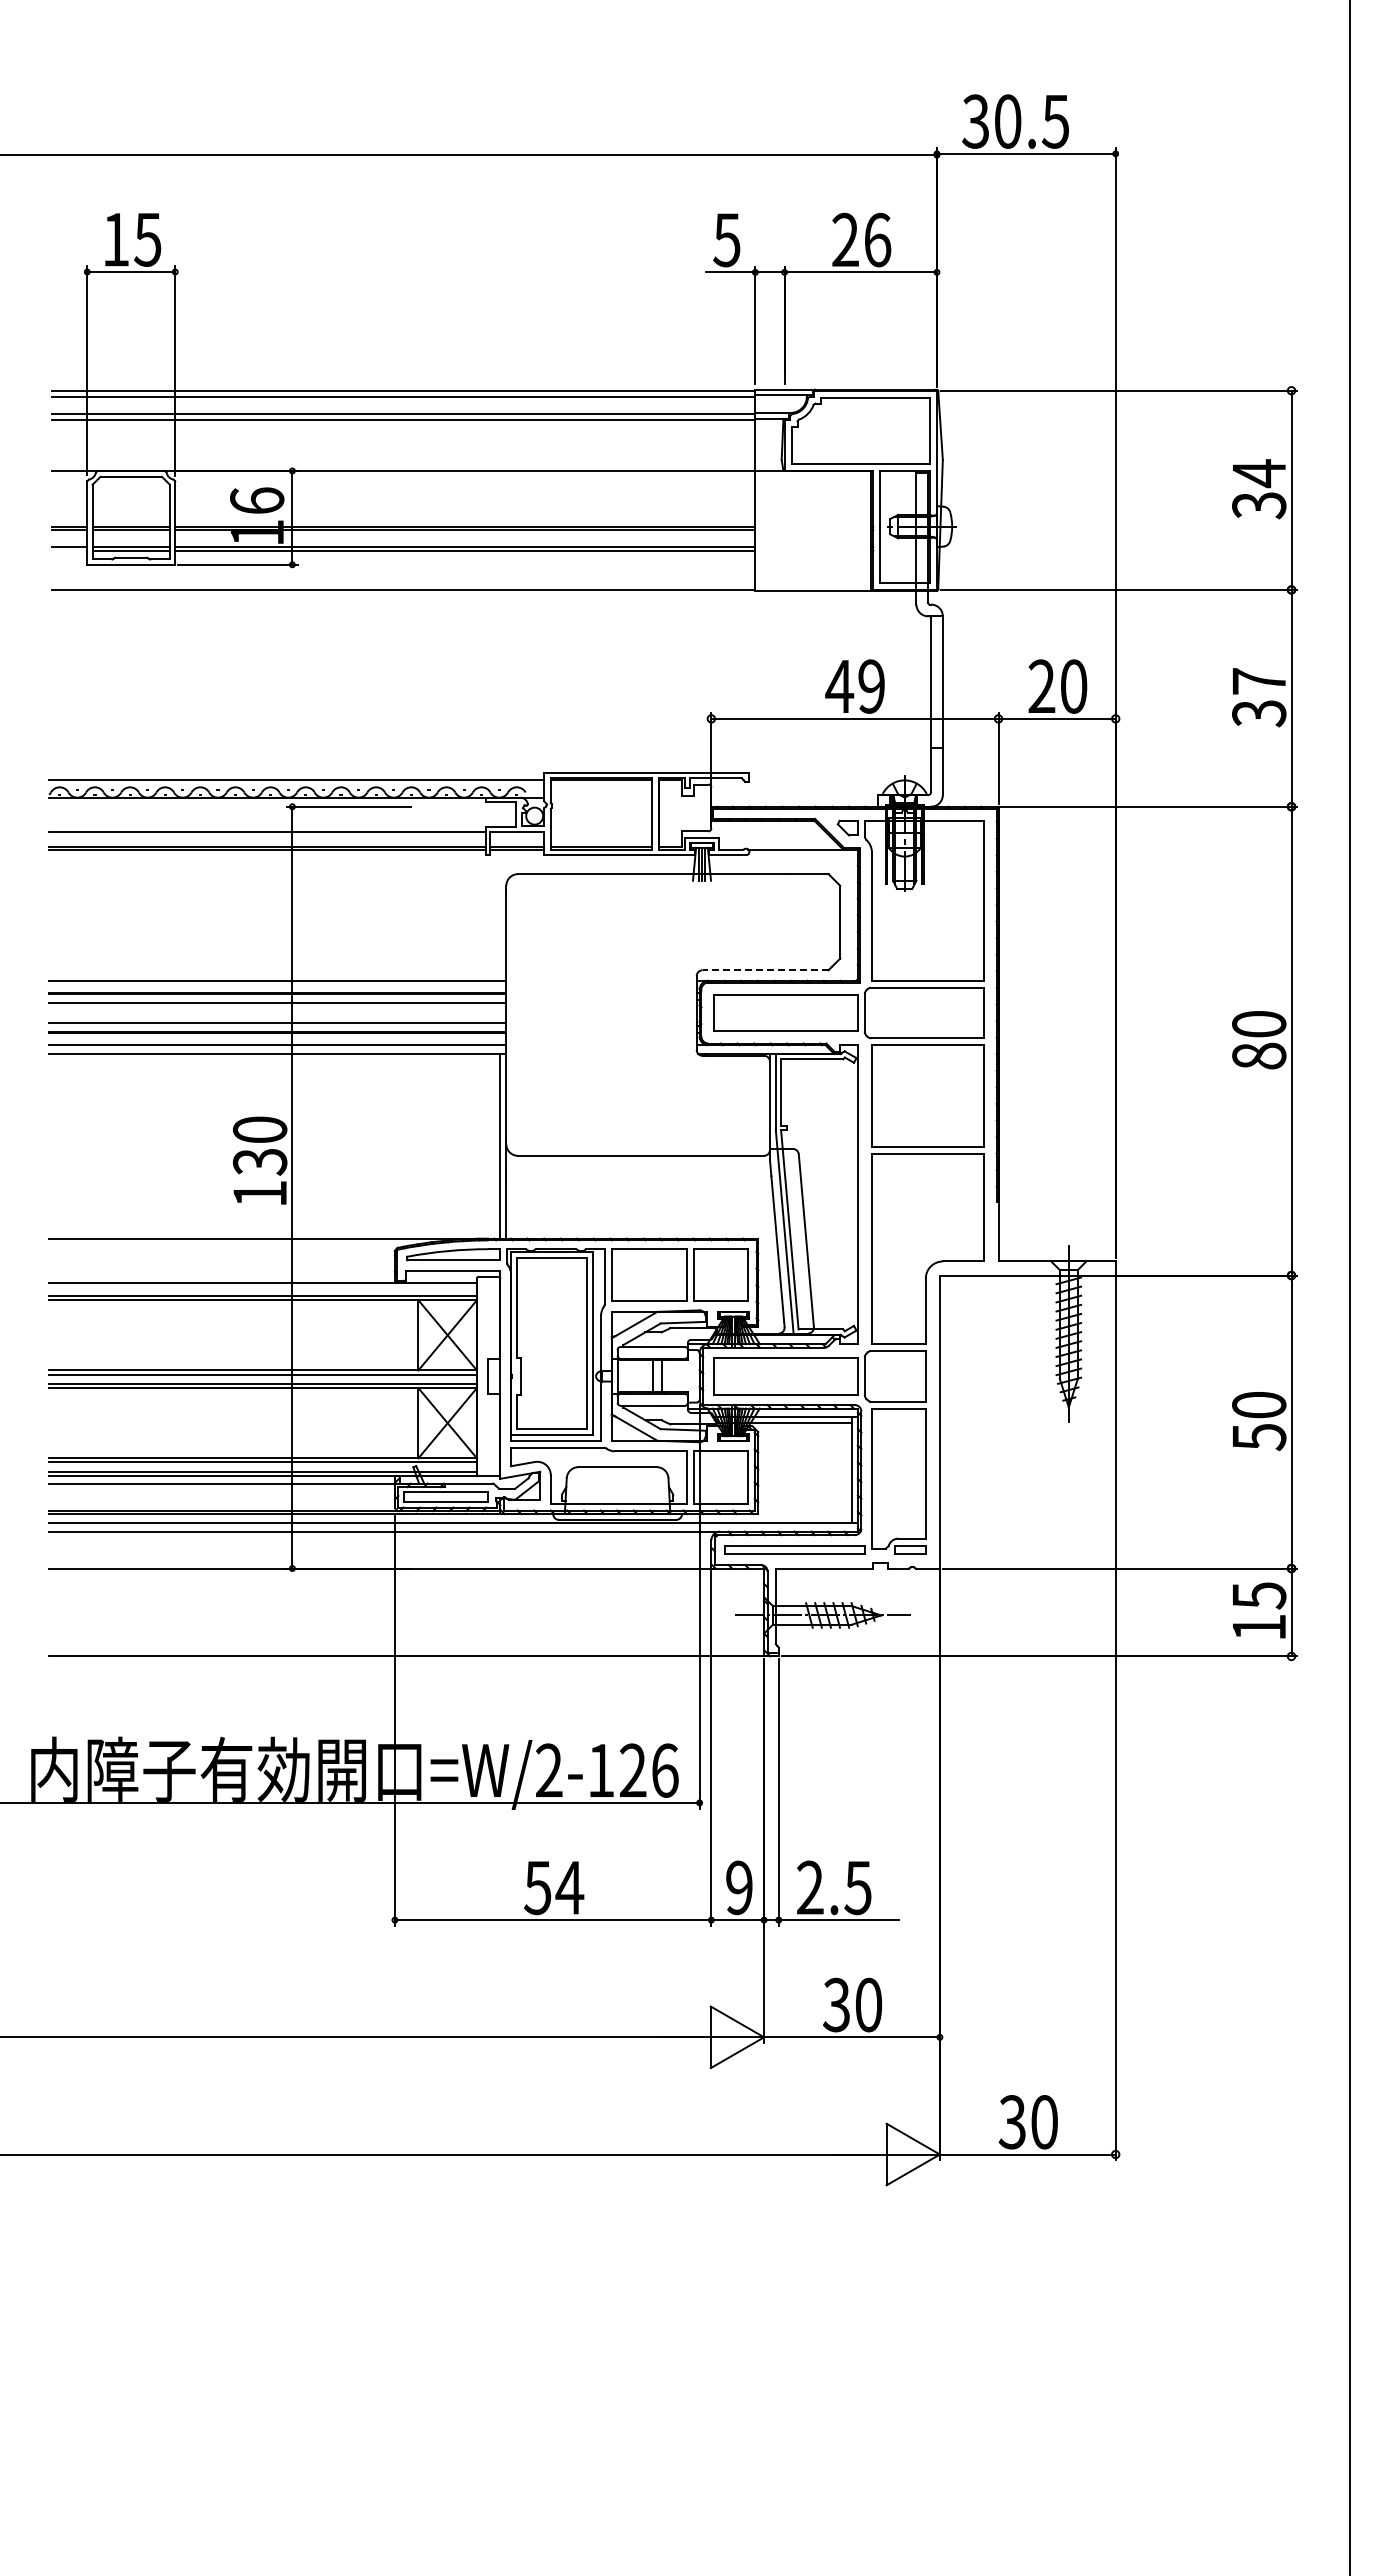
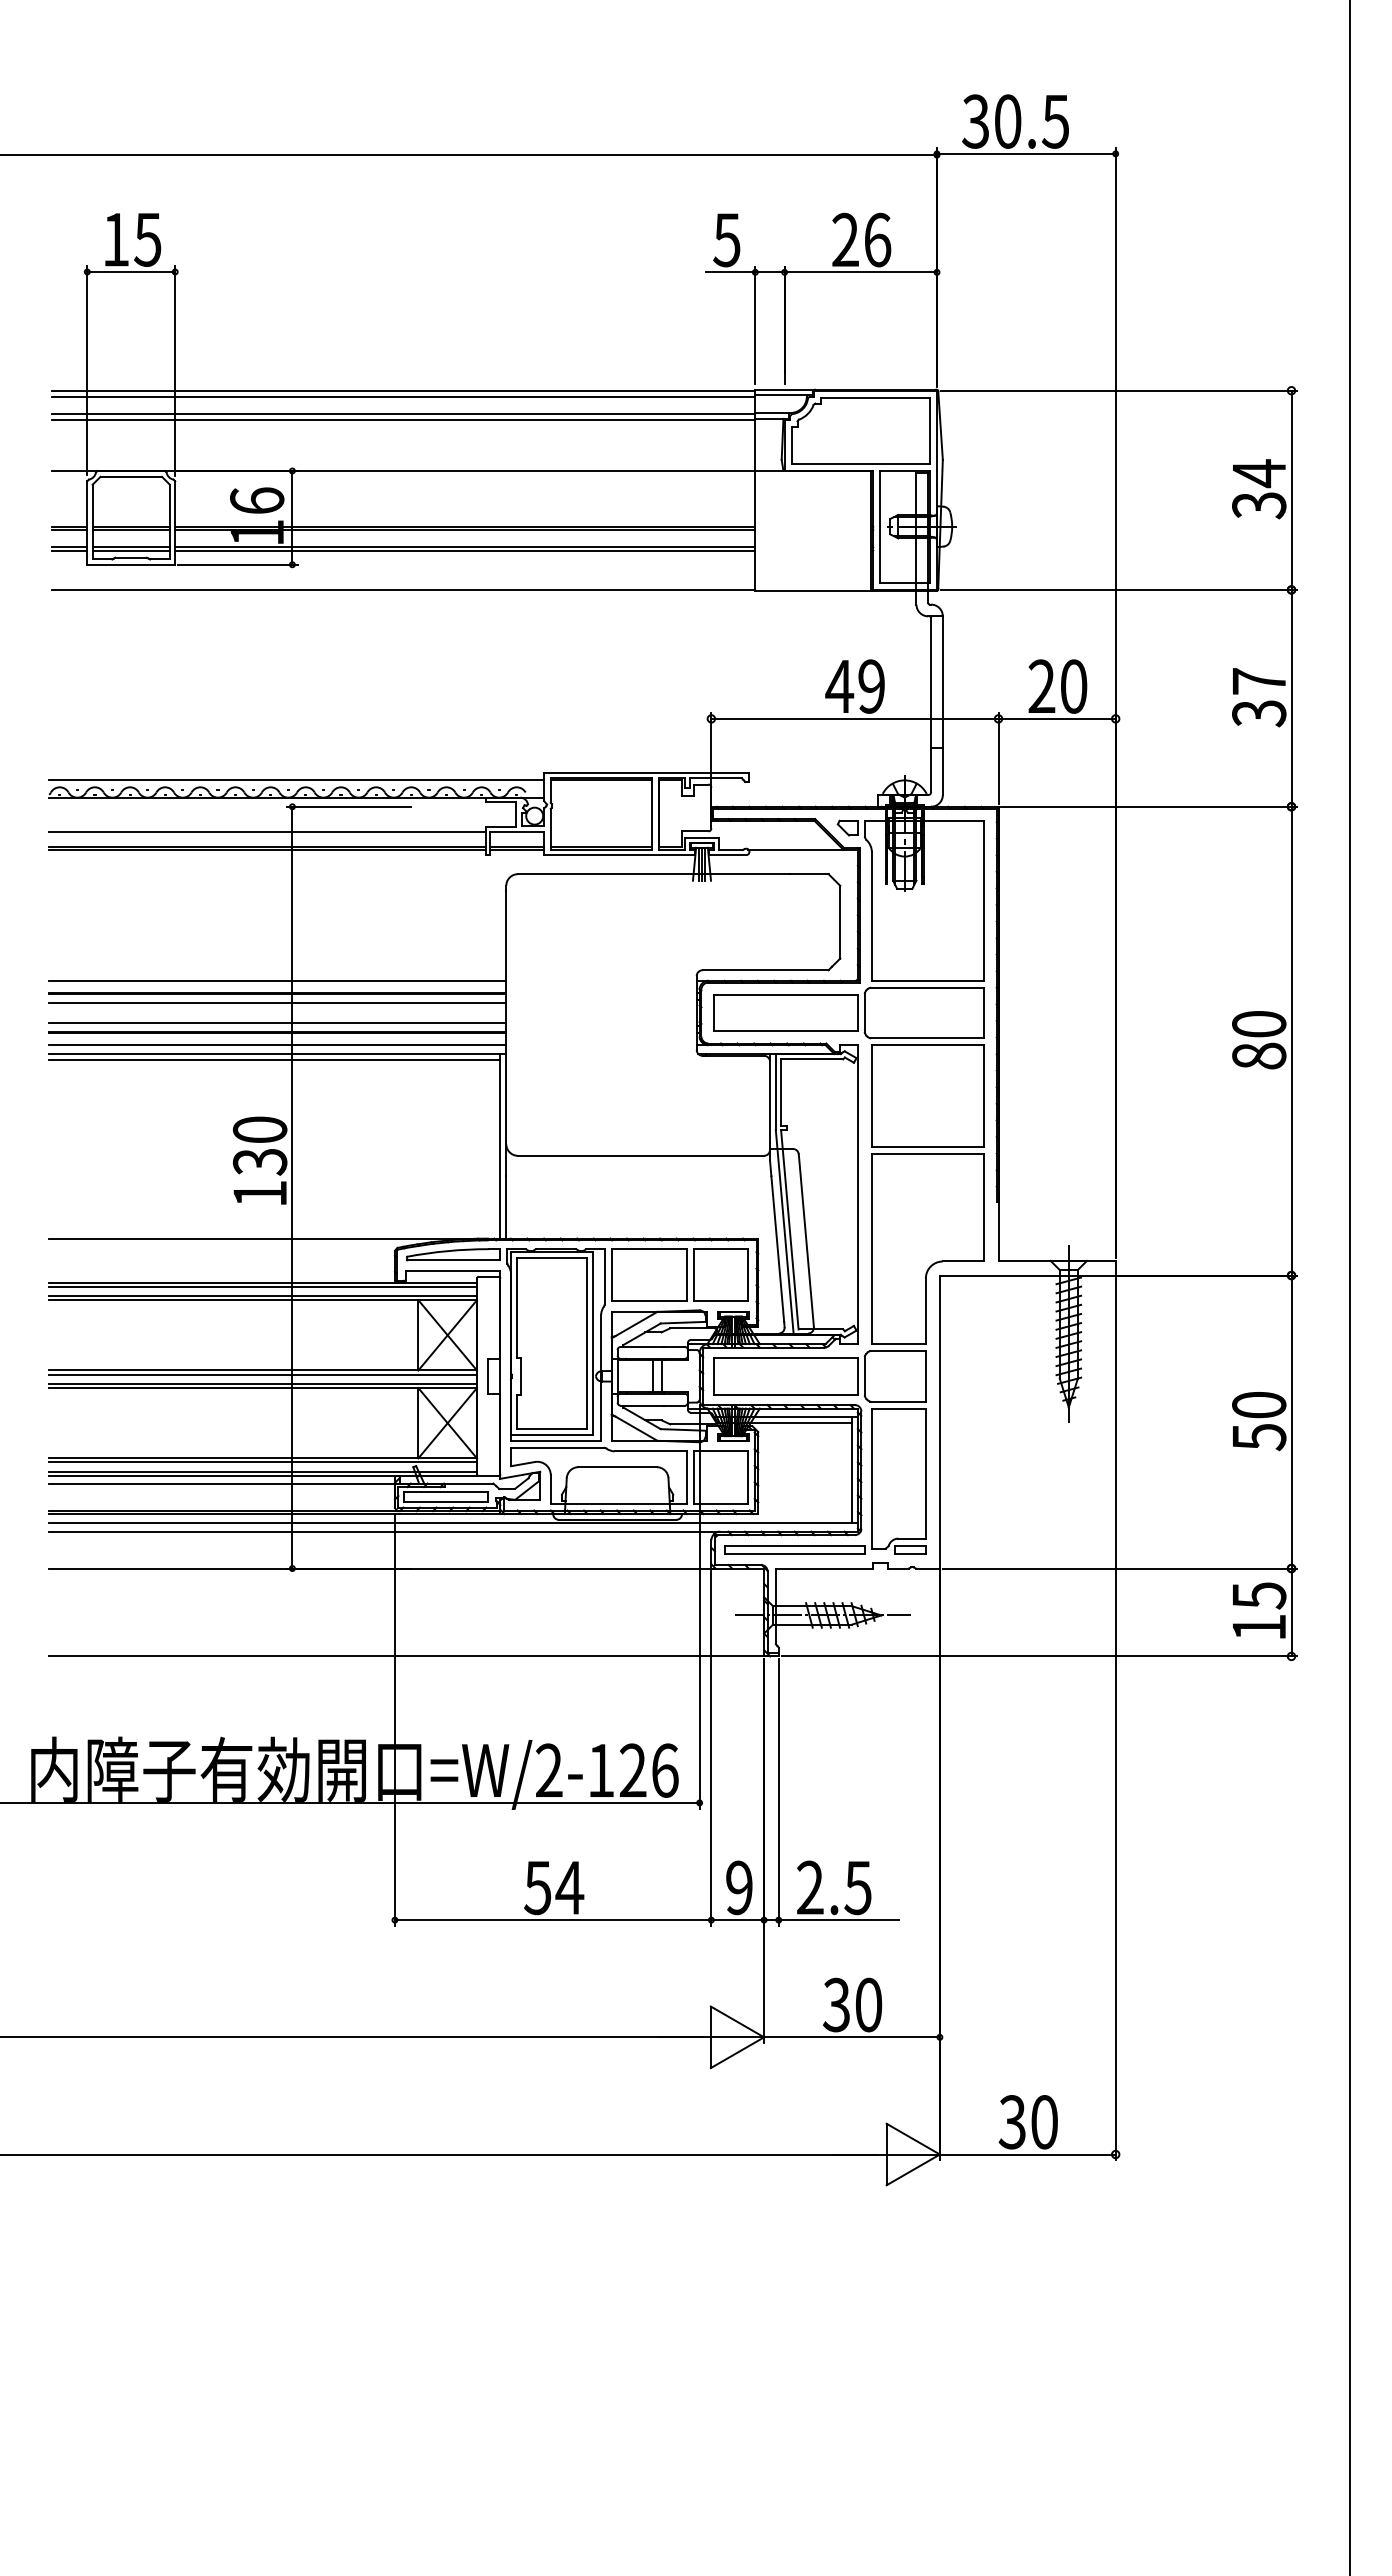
line at (69, 550): none -> present
line at (765, 970): dashed -> solid
line at (274, 1059): none -> present
line at (262, 1286): none -> present
